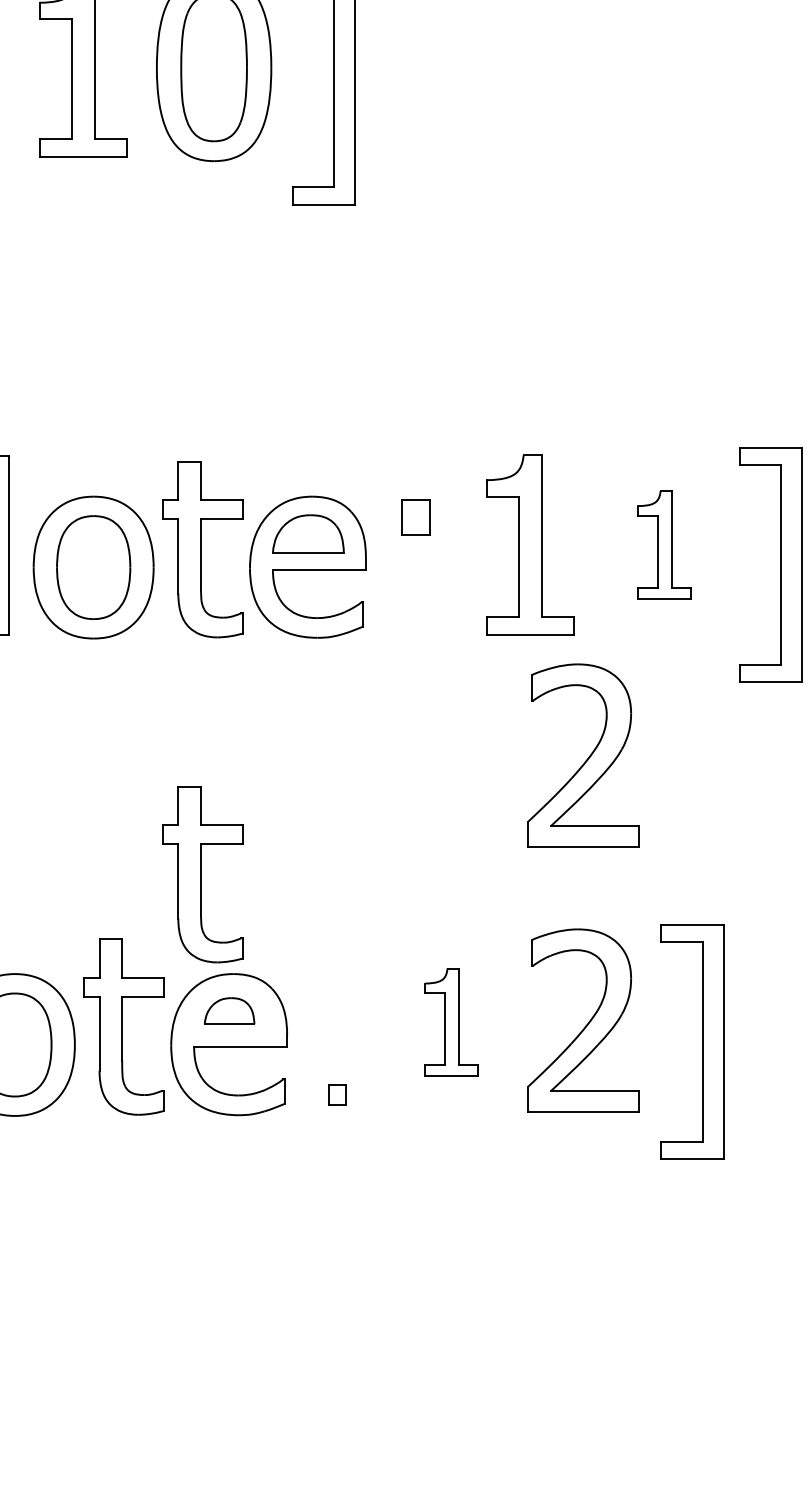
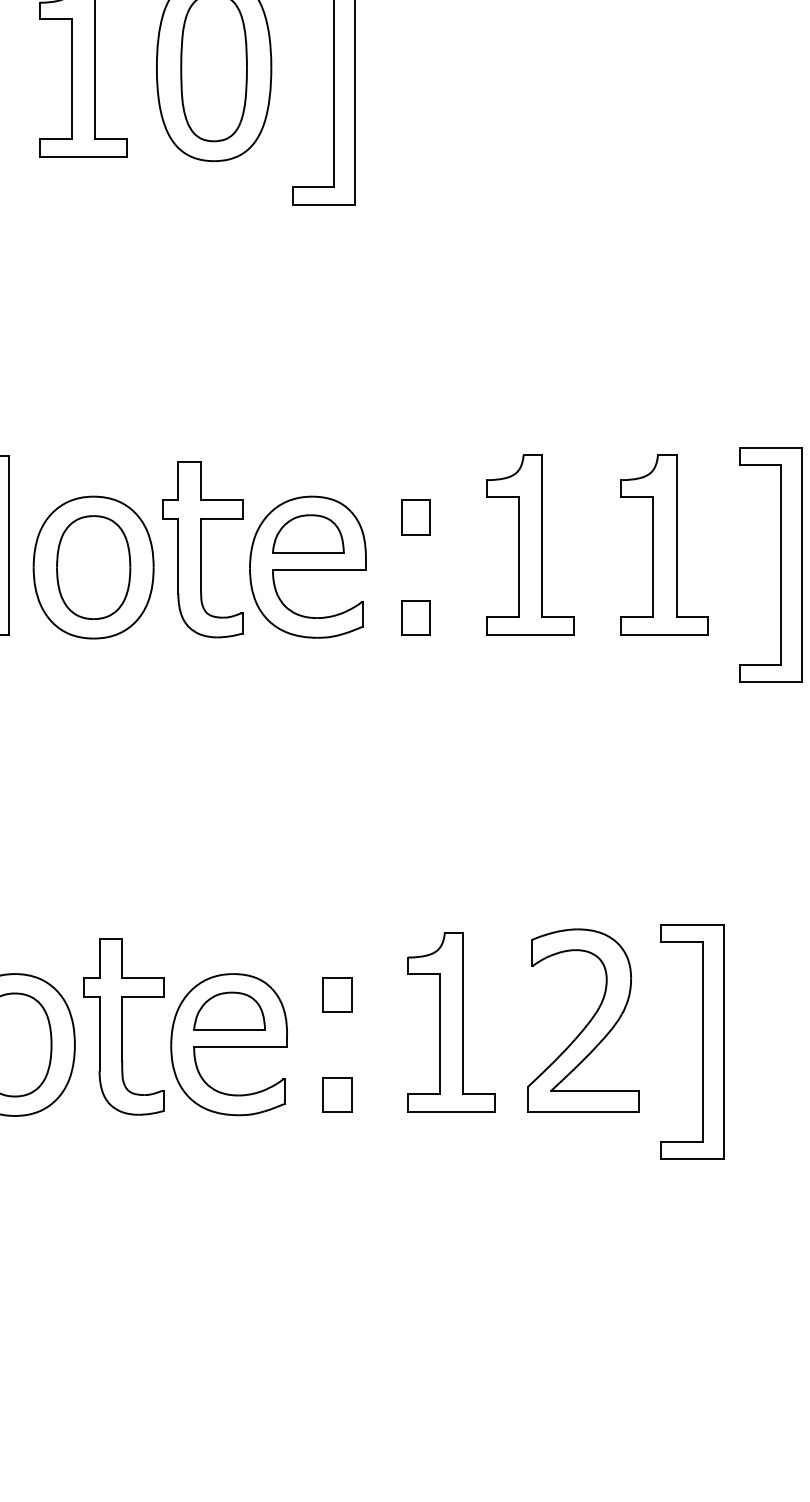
part at (664, 544) size: 55x110 px -> 89x182 px
part at (415, 617): none -> present
part at (583, 755): present -> none
part at (202, 874): present -> none
part at (337, 994): none -> present
part at (229, 1010) size: 52x28 px -> 73x40 px
part at (451, 1022) size: 55x109 px -> 89x181 px
part at (337, 1094) size: 19x22 px -> 31x36 px
